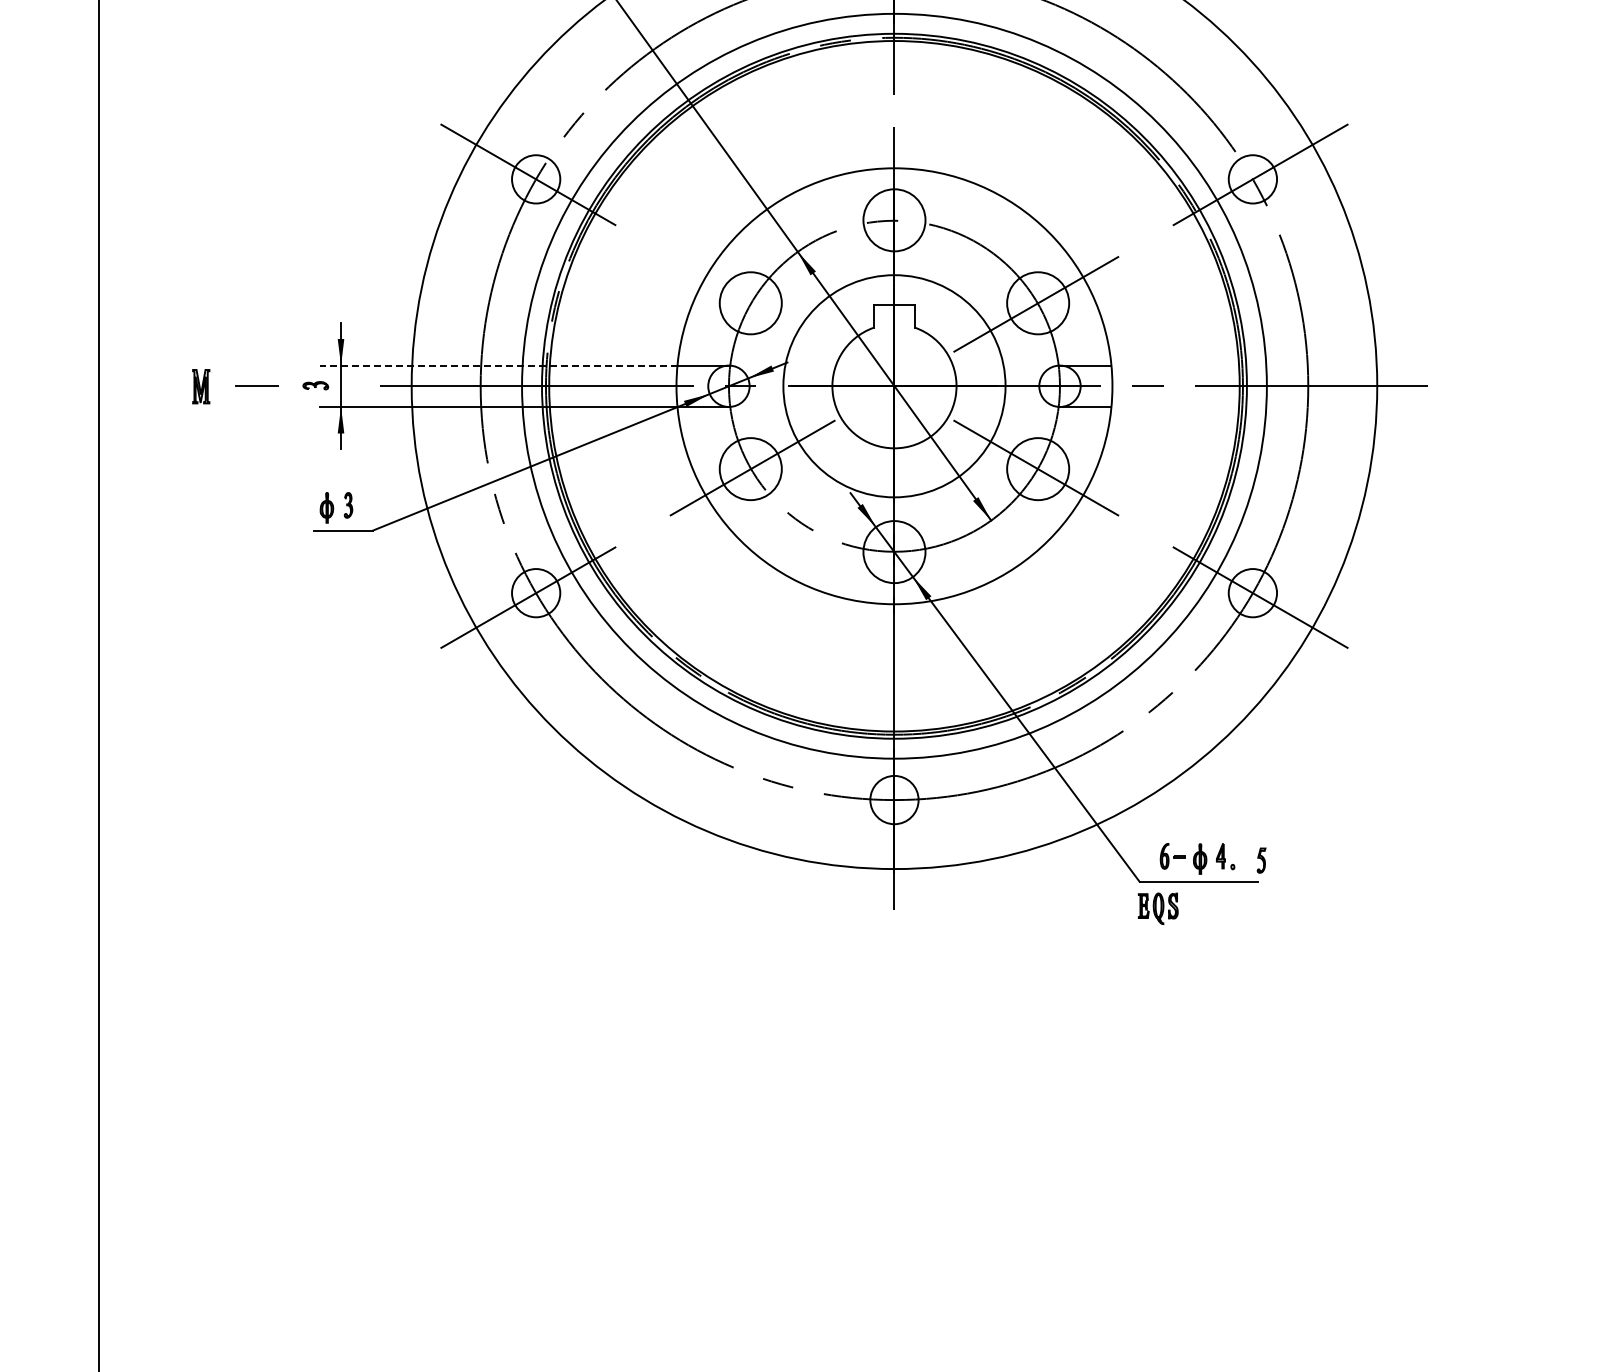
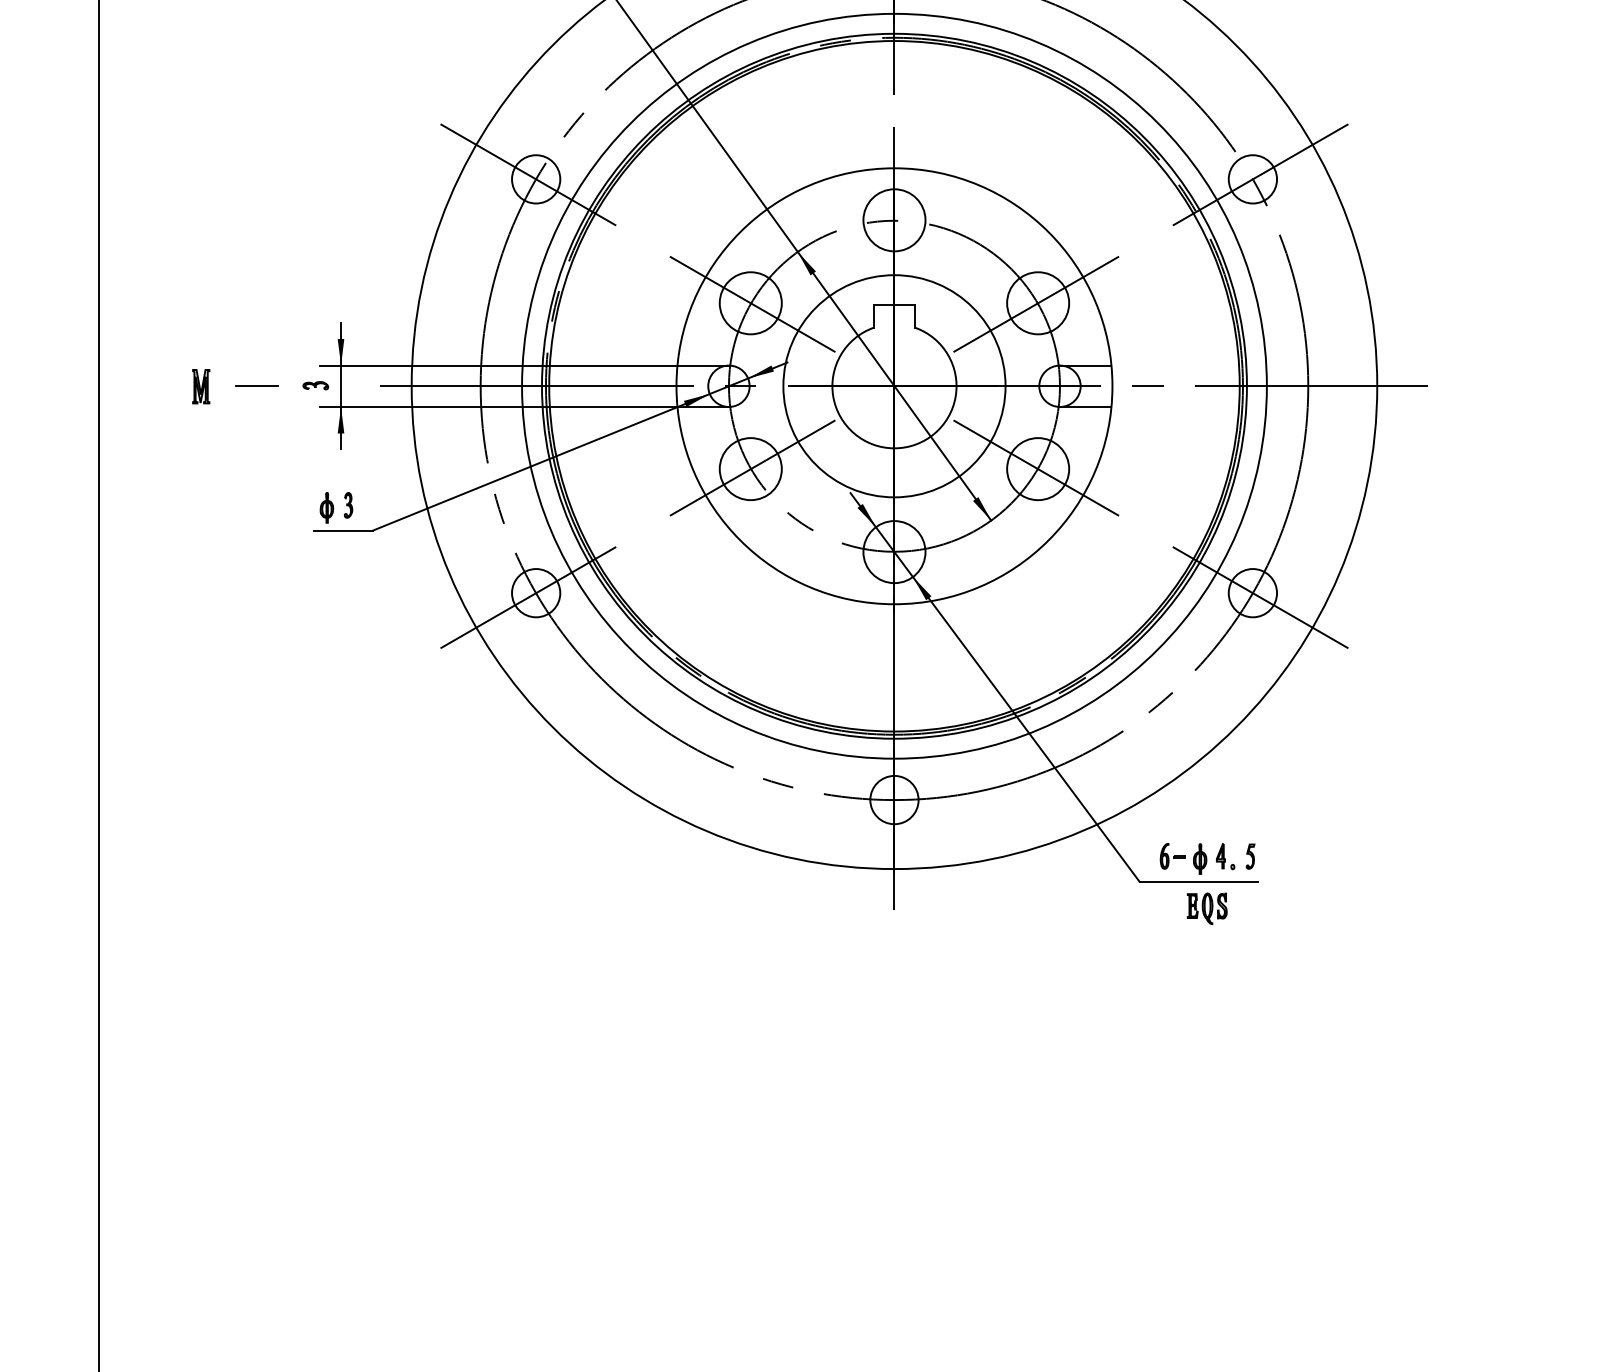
line at (752, 304): none -> present
line at (498, 365): dashed -> solid
part at (1261, 860) position: (1261, 860) -> (1250, 856)
part at (1157, 908) position: (1157, 908) -> (1206, 908)
